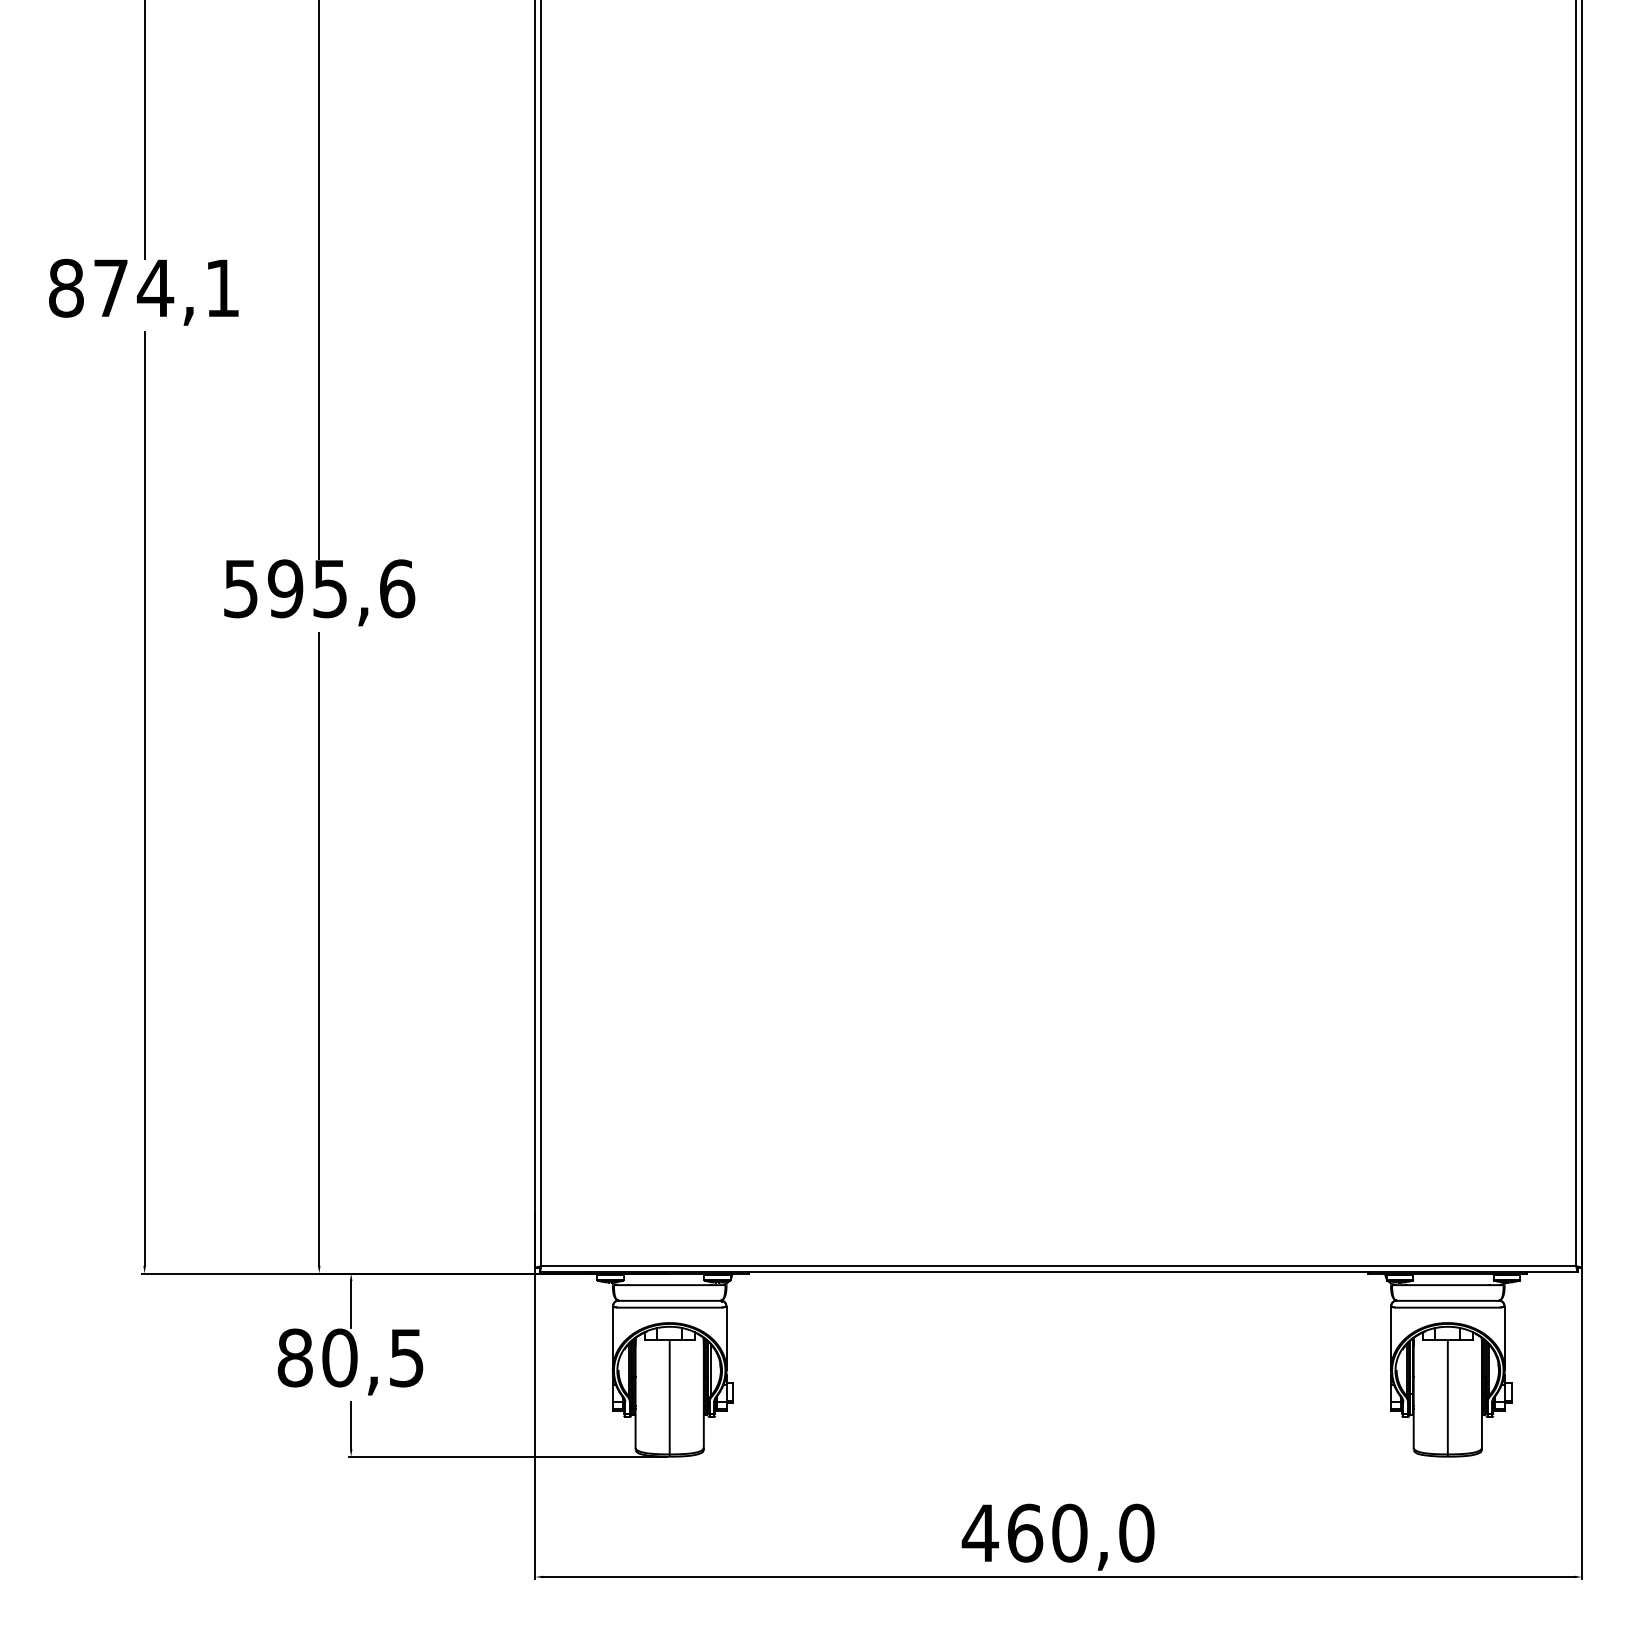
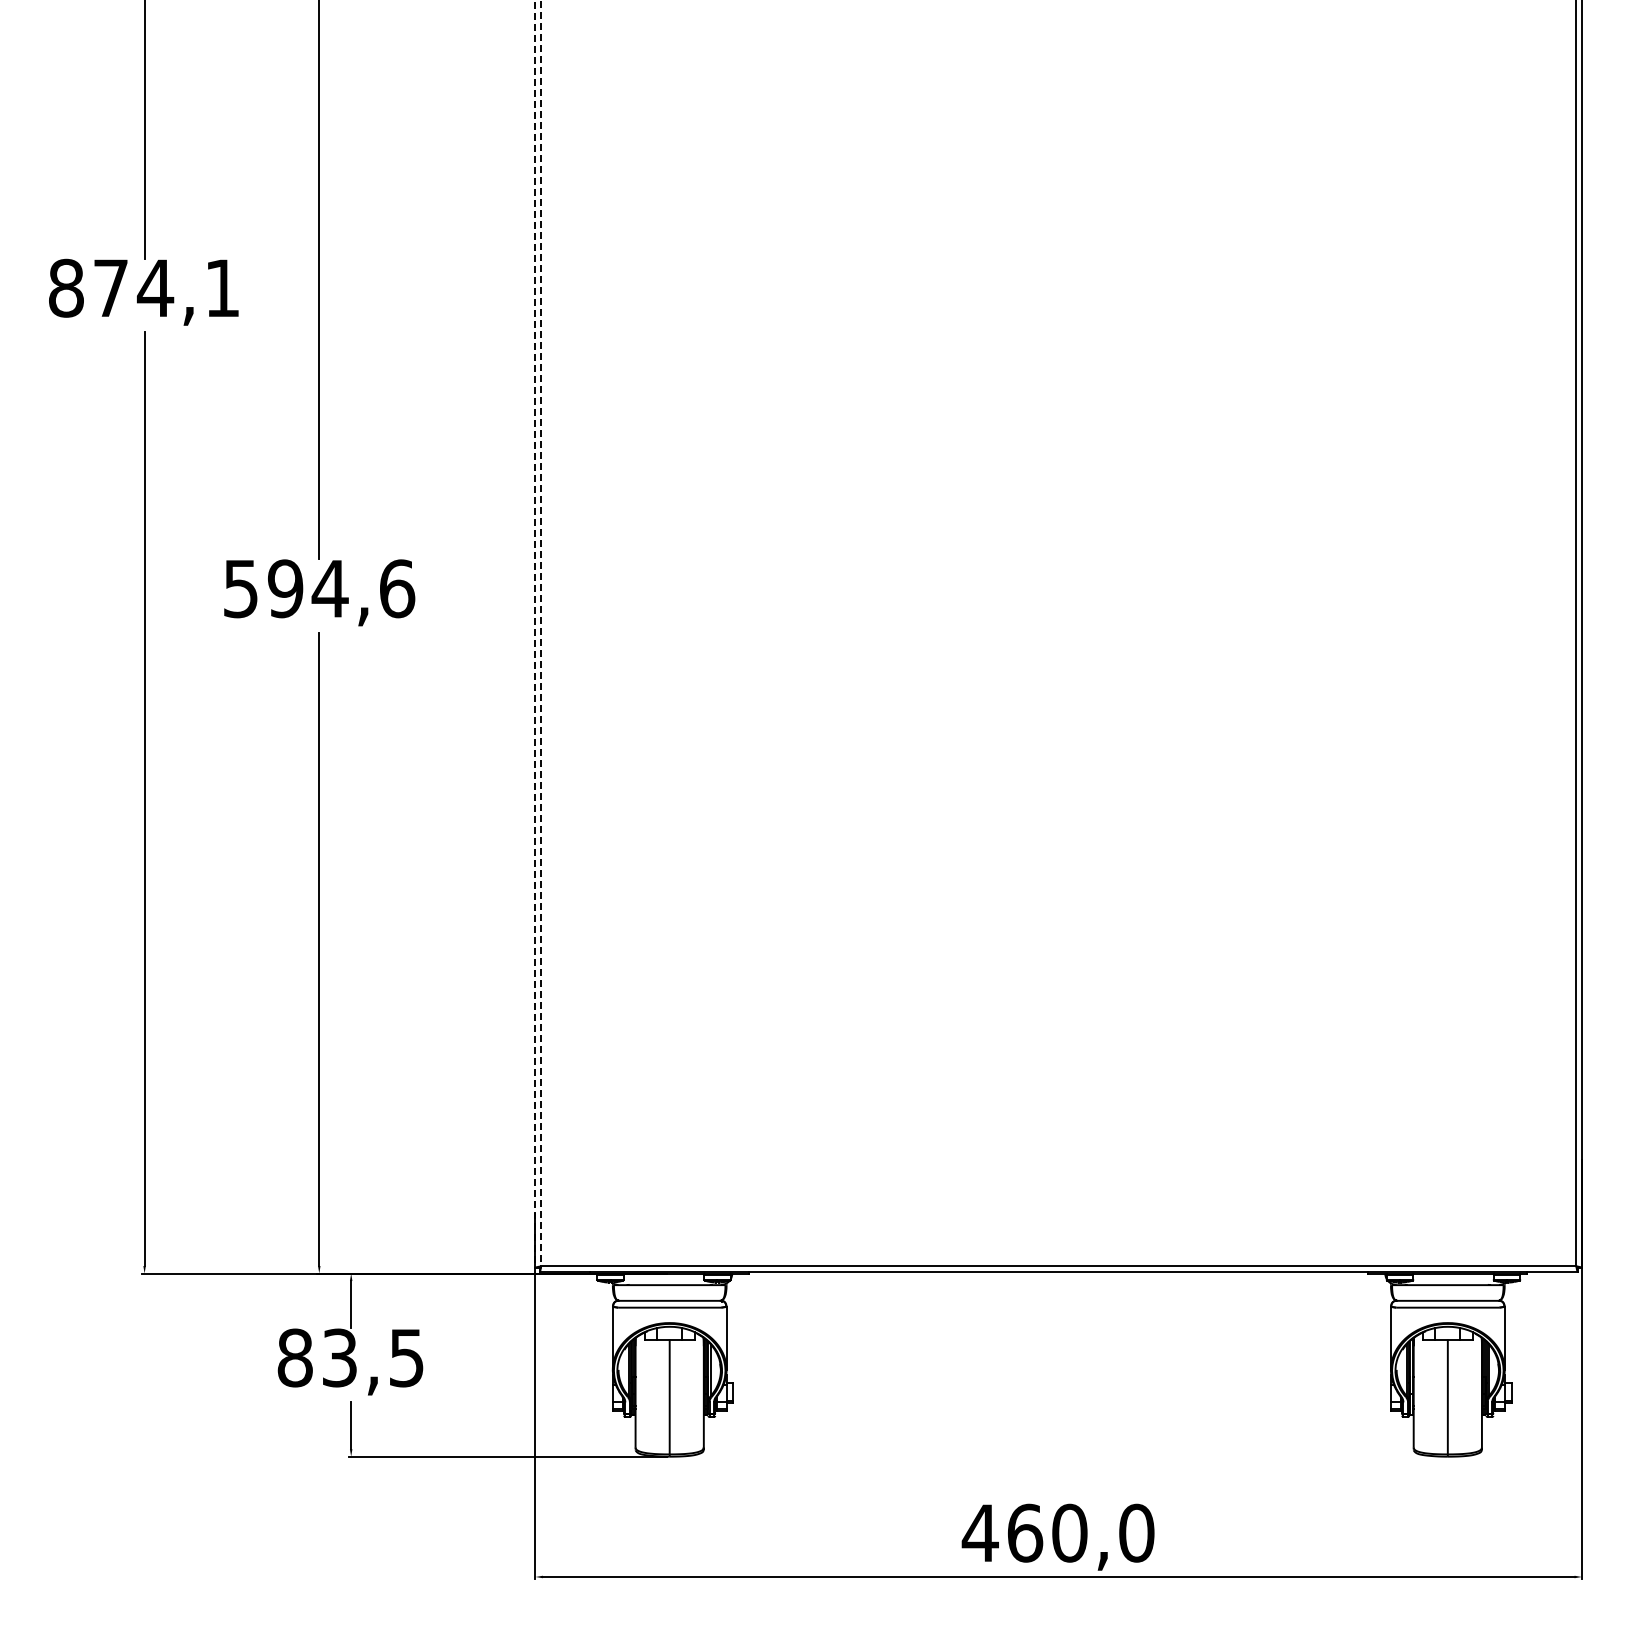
text at (329, 589): 595,6 -> 594,6
line at (541, 633): solid -> dashed
line at (535, 634): solid -> dashed
text at (339, 1357): 80,5 -> 83,5
